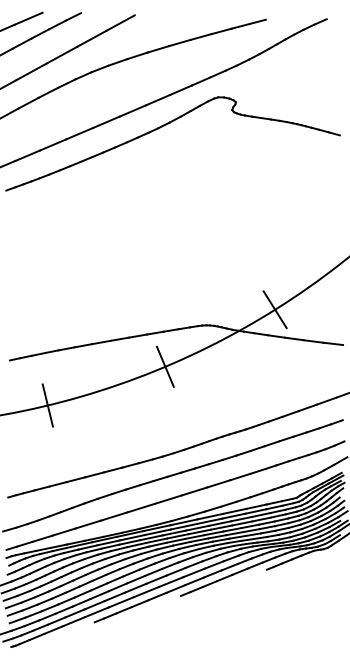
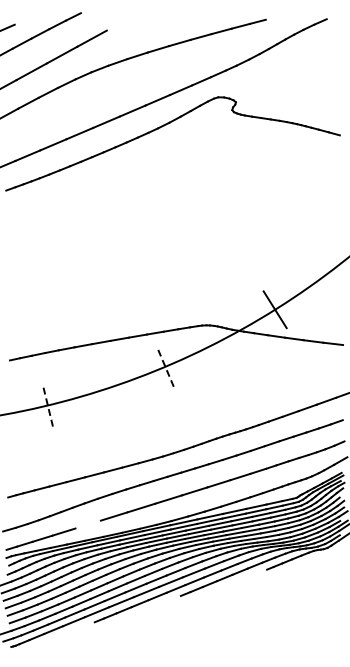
line at (28, 18): present -> none
line at (120, 22): present -> none
line at (165, 366): solid -> dashed
line at (47, 405): solid -> dashed
line at (87, 524): present -> none
